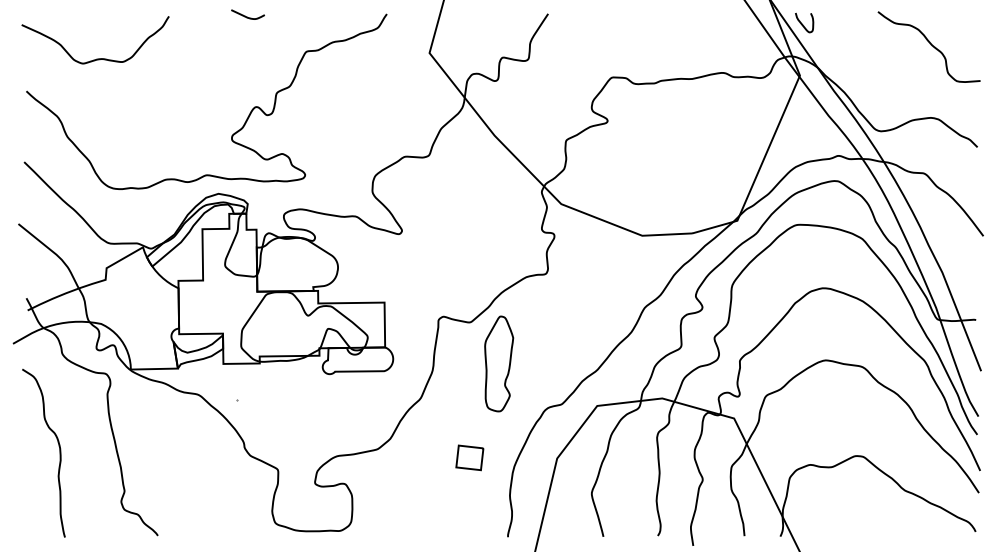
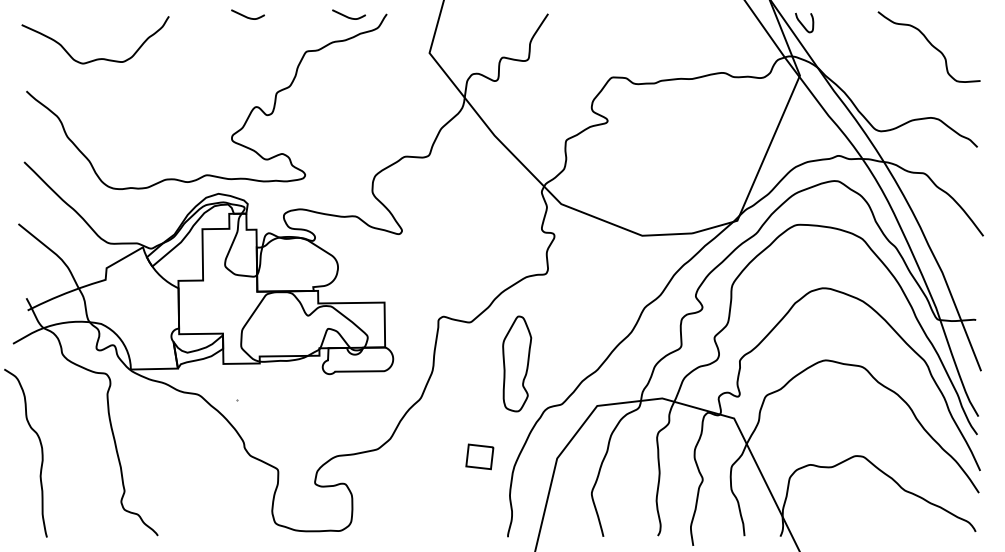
curve at (348, 16): none -> present
part at (499, 363) position: (499, 363) -> (517, 363)
curve at (59, 452) position: (59, 452) -> (41, 452)
part at (469, 457) position: (469, 457) -> (479, 456)
